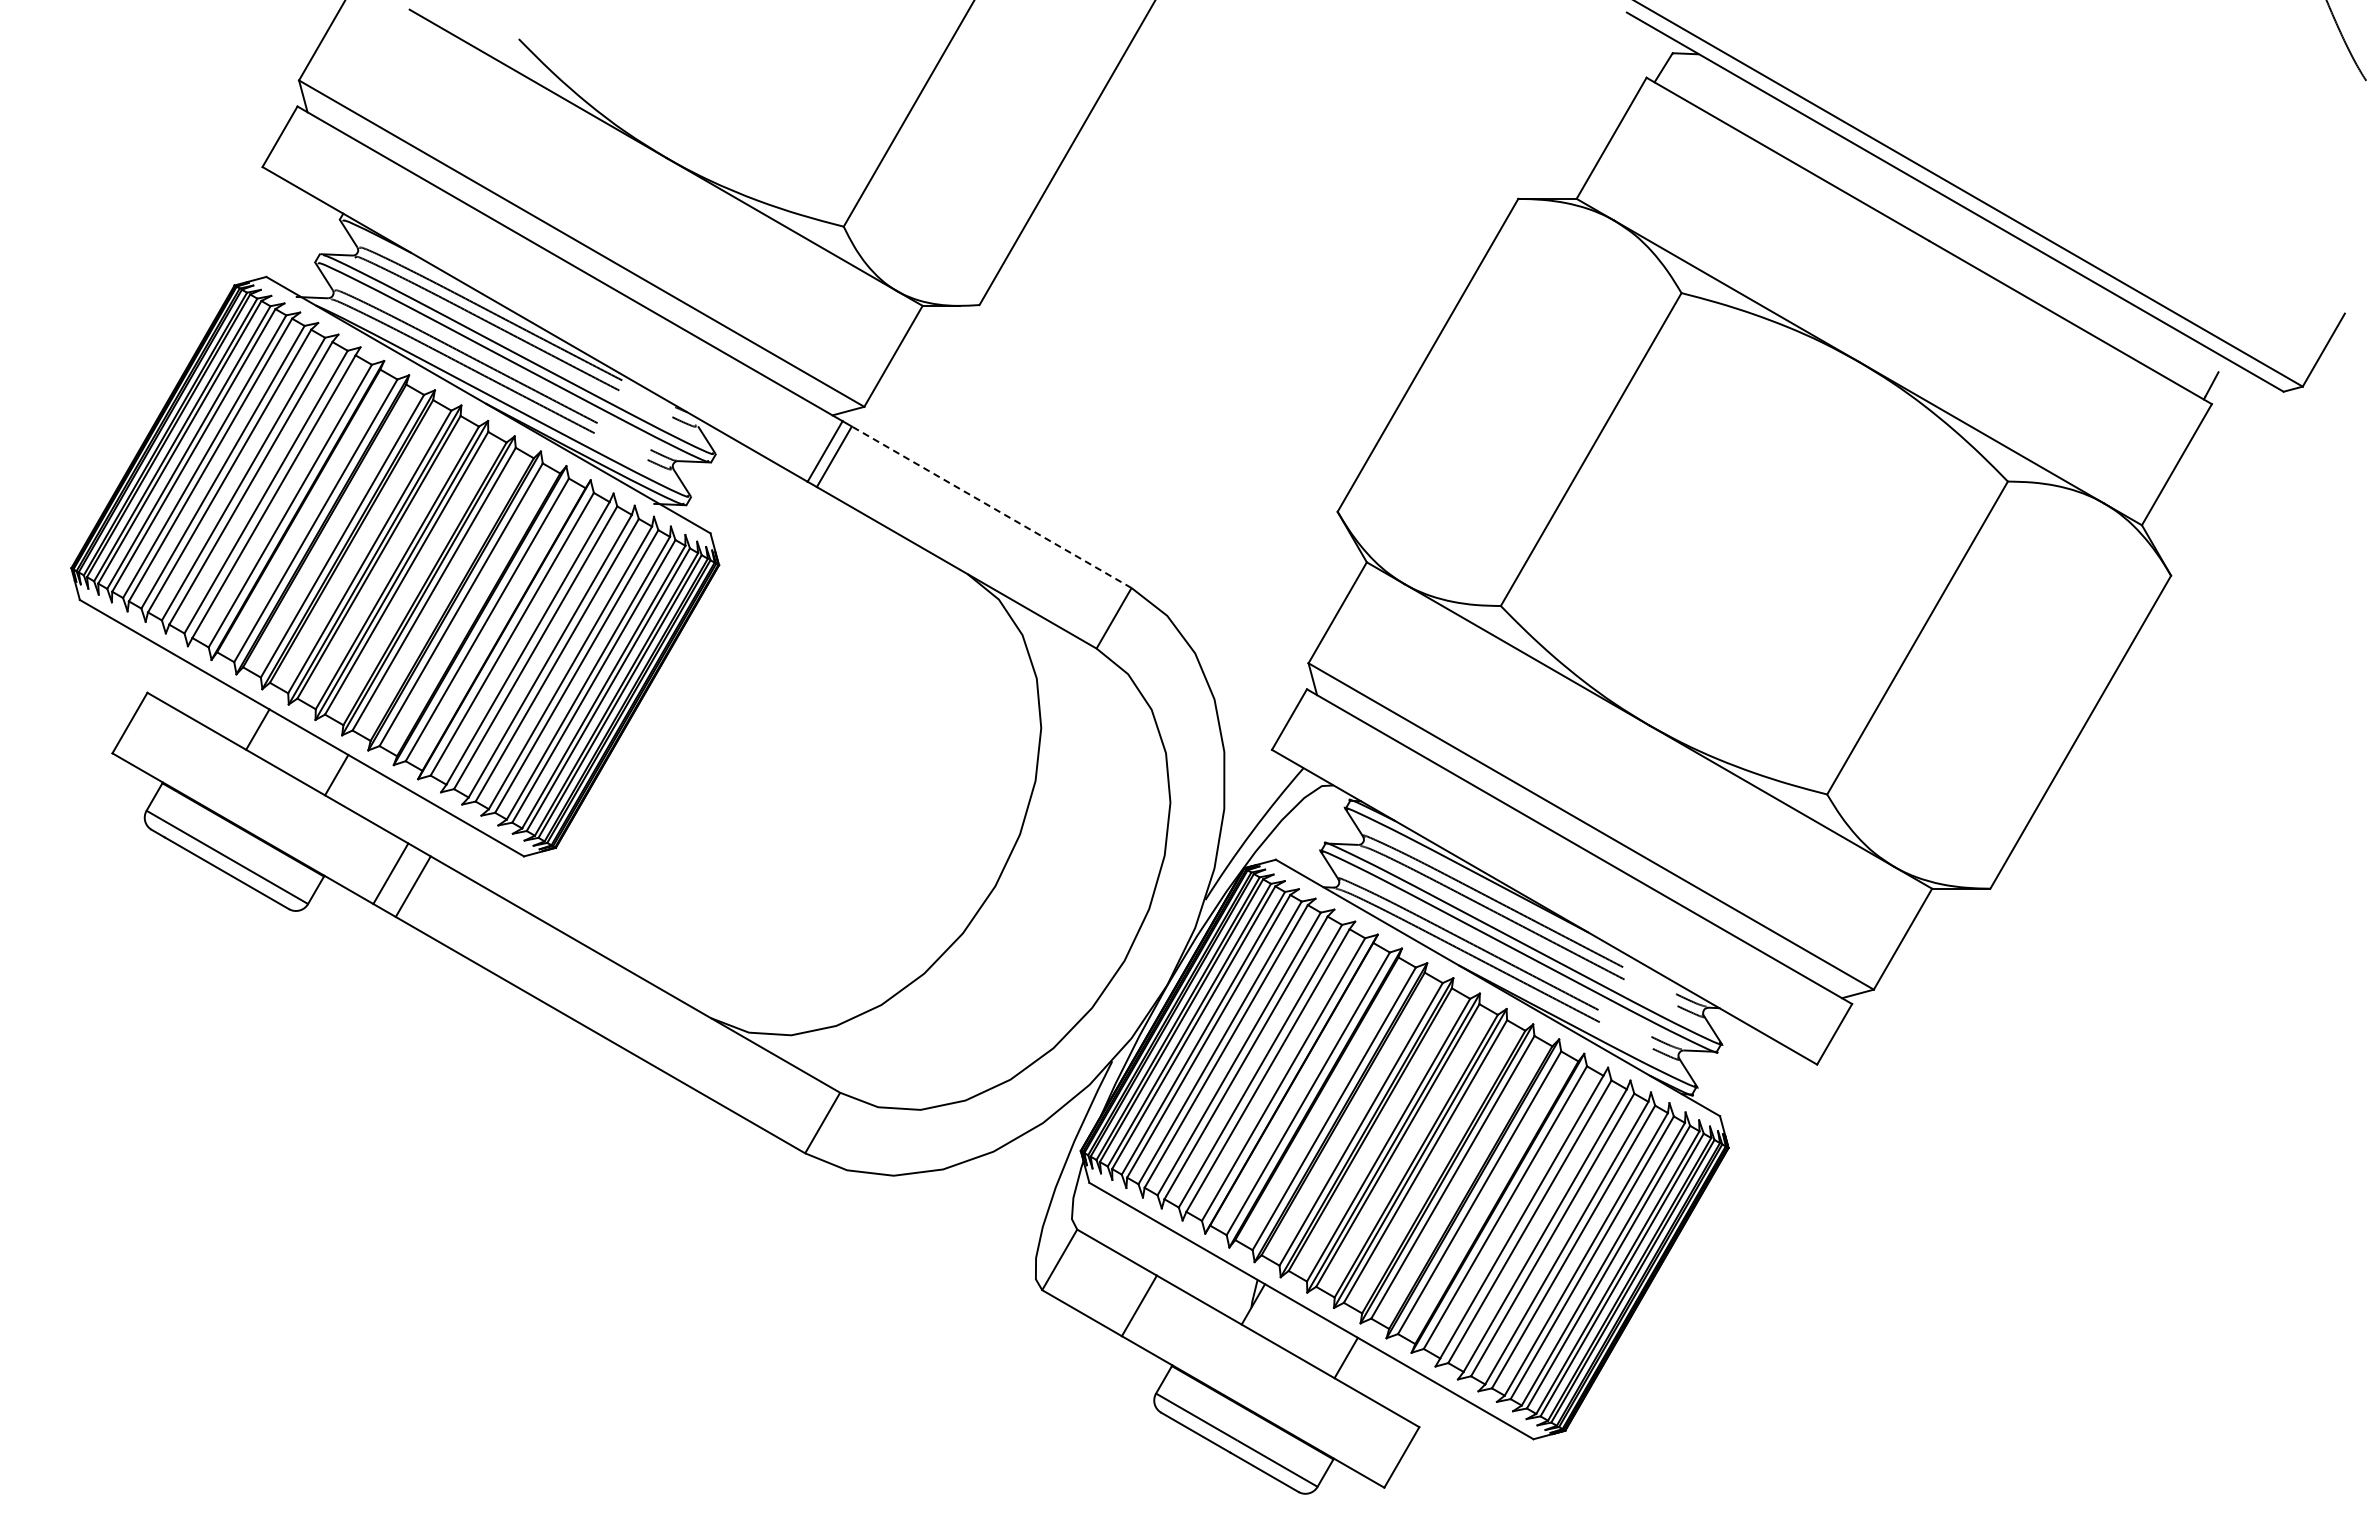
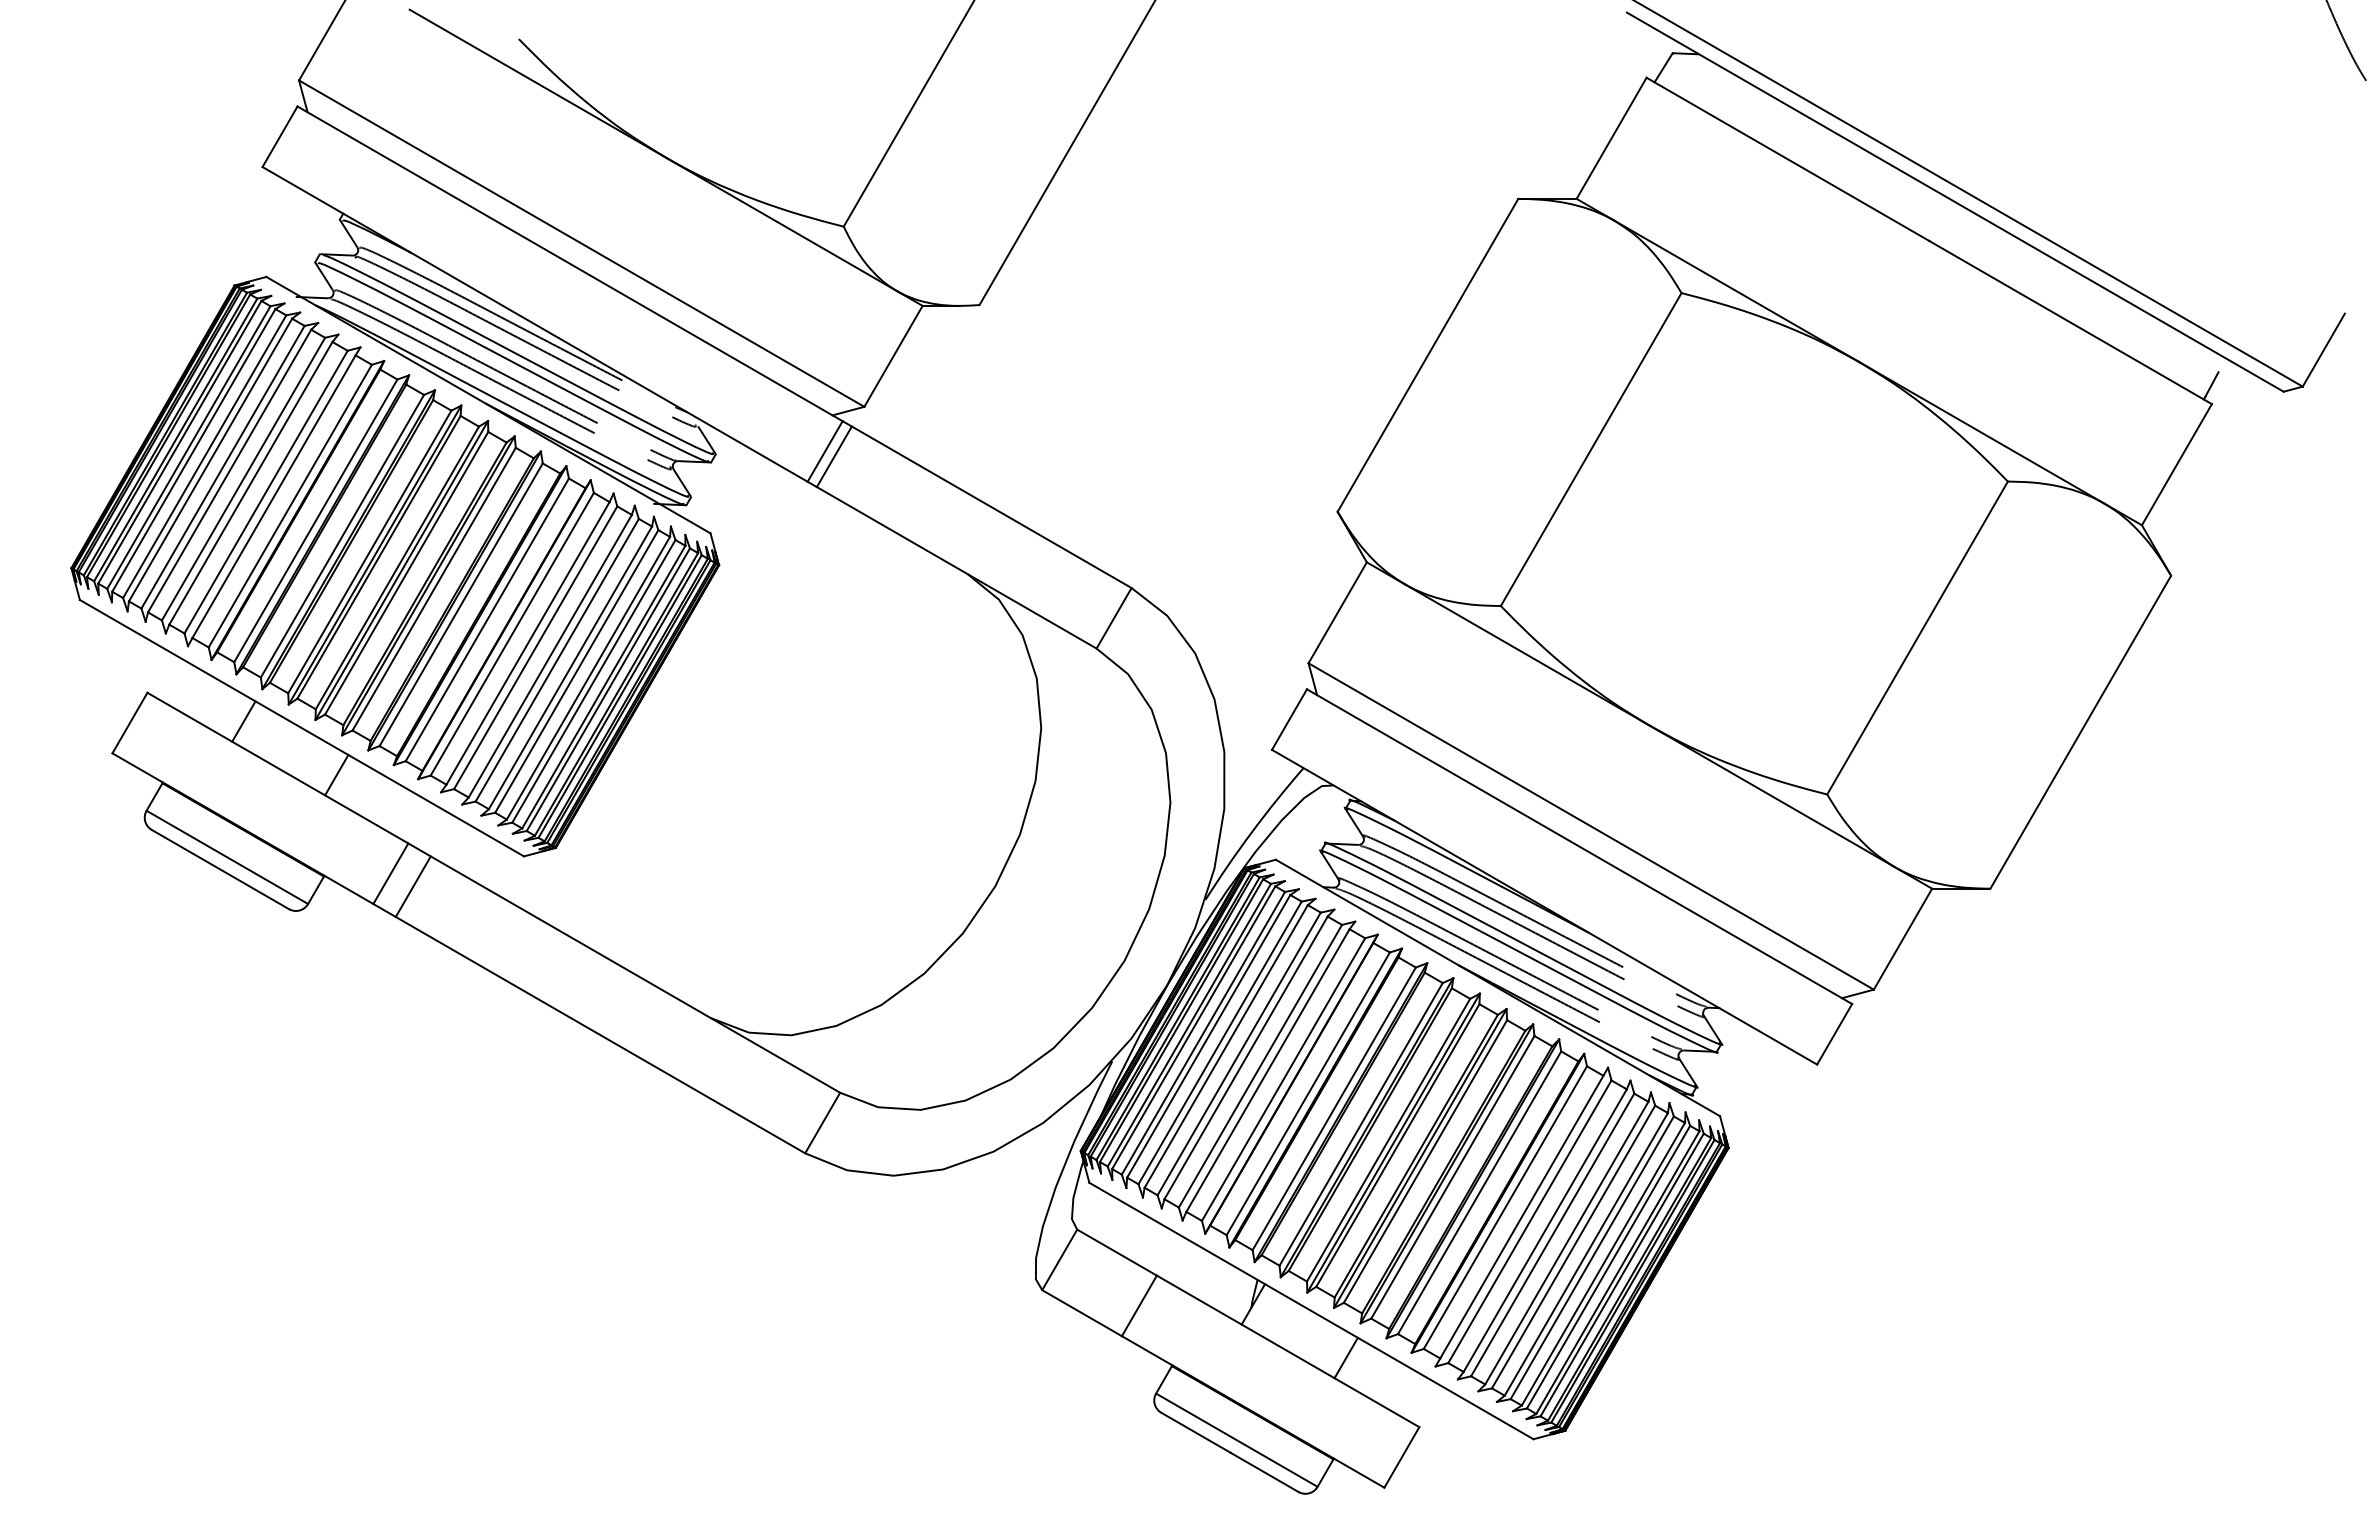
line at (991, 507): dashed -> solid
line at (257, 729) position: (257, 729) -> (243, 721)
